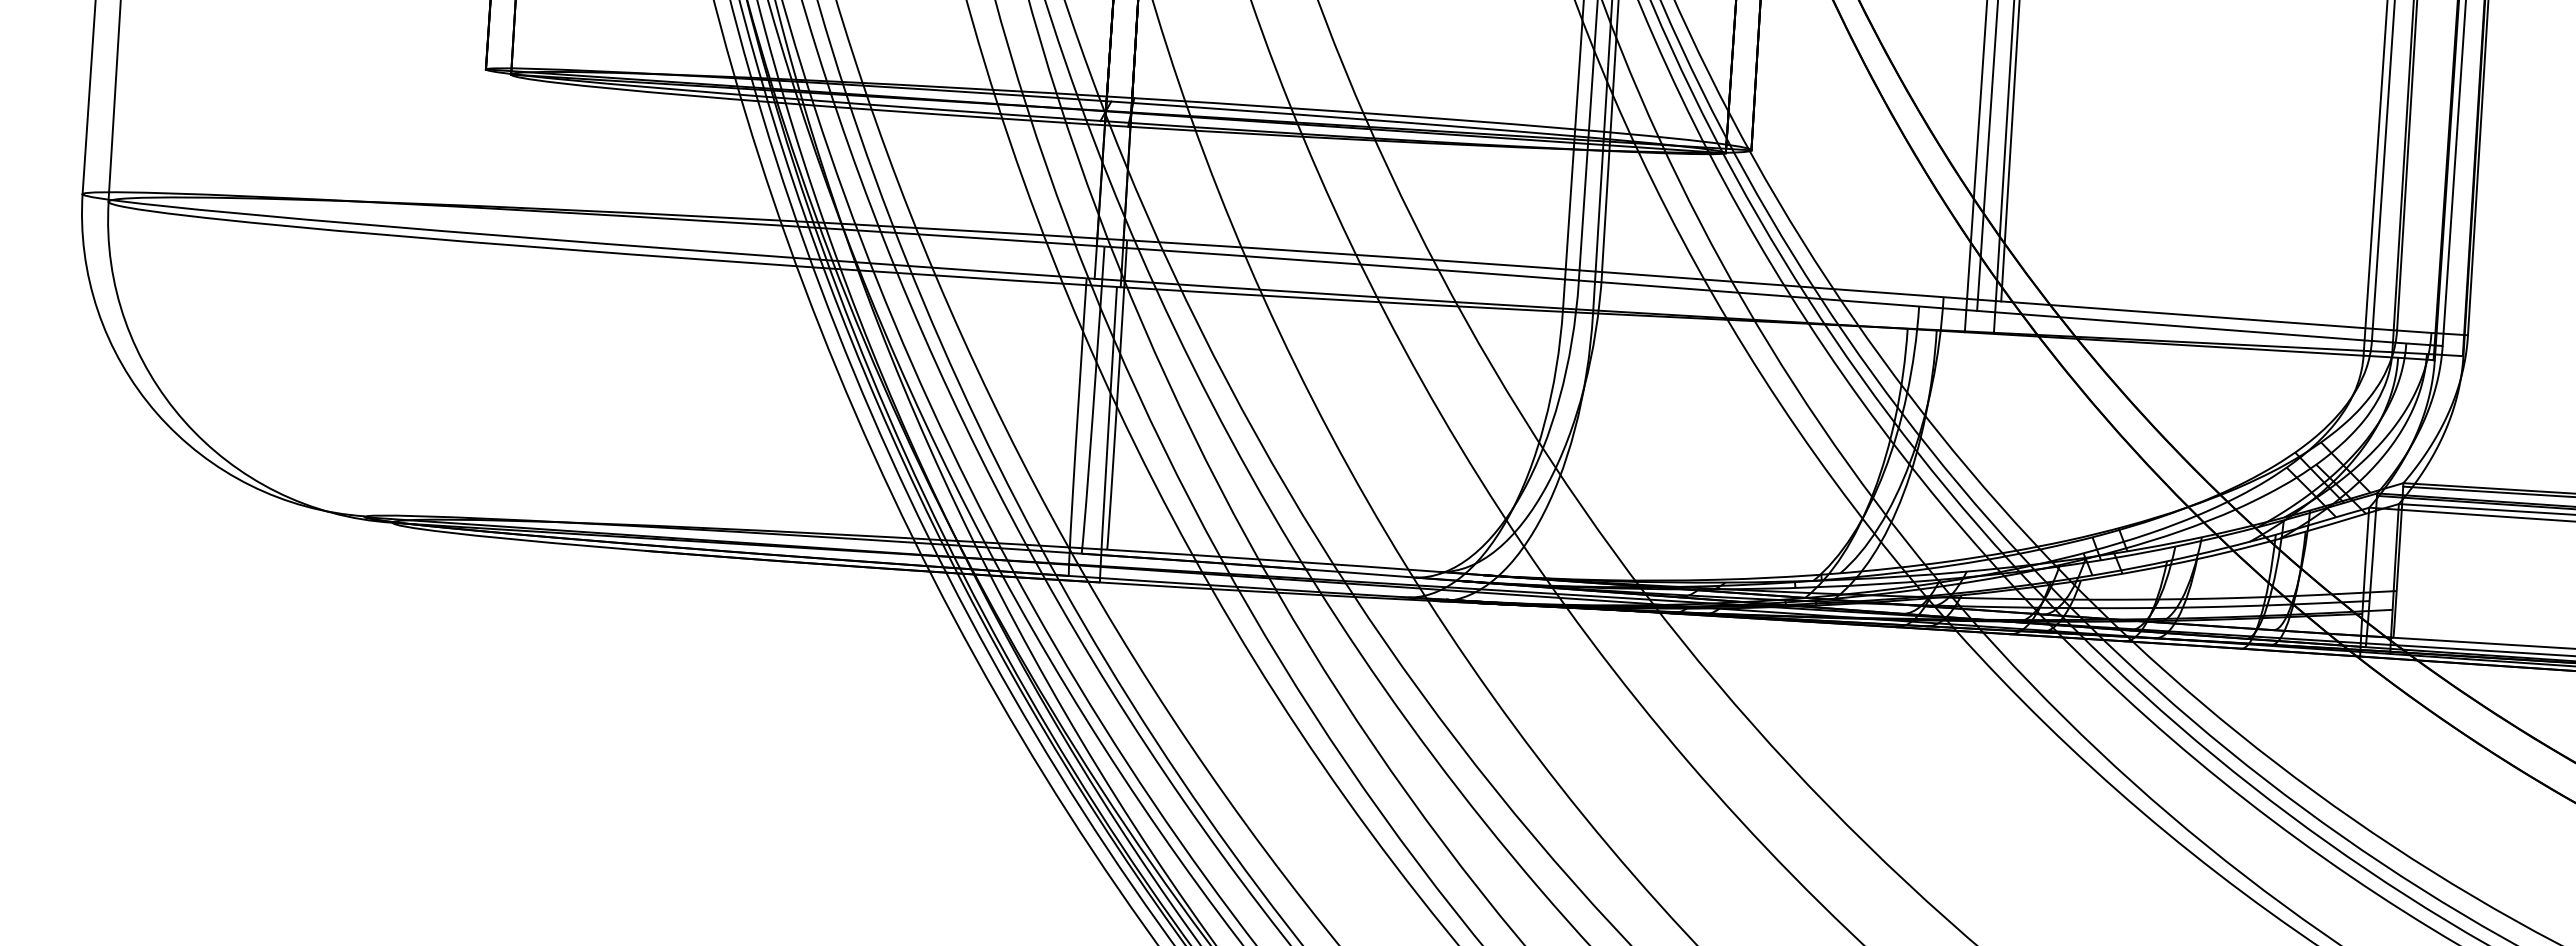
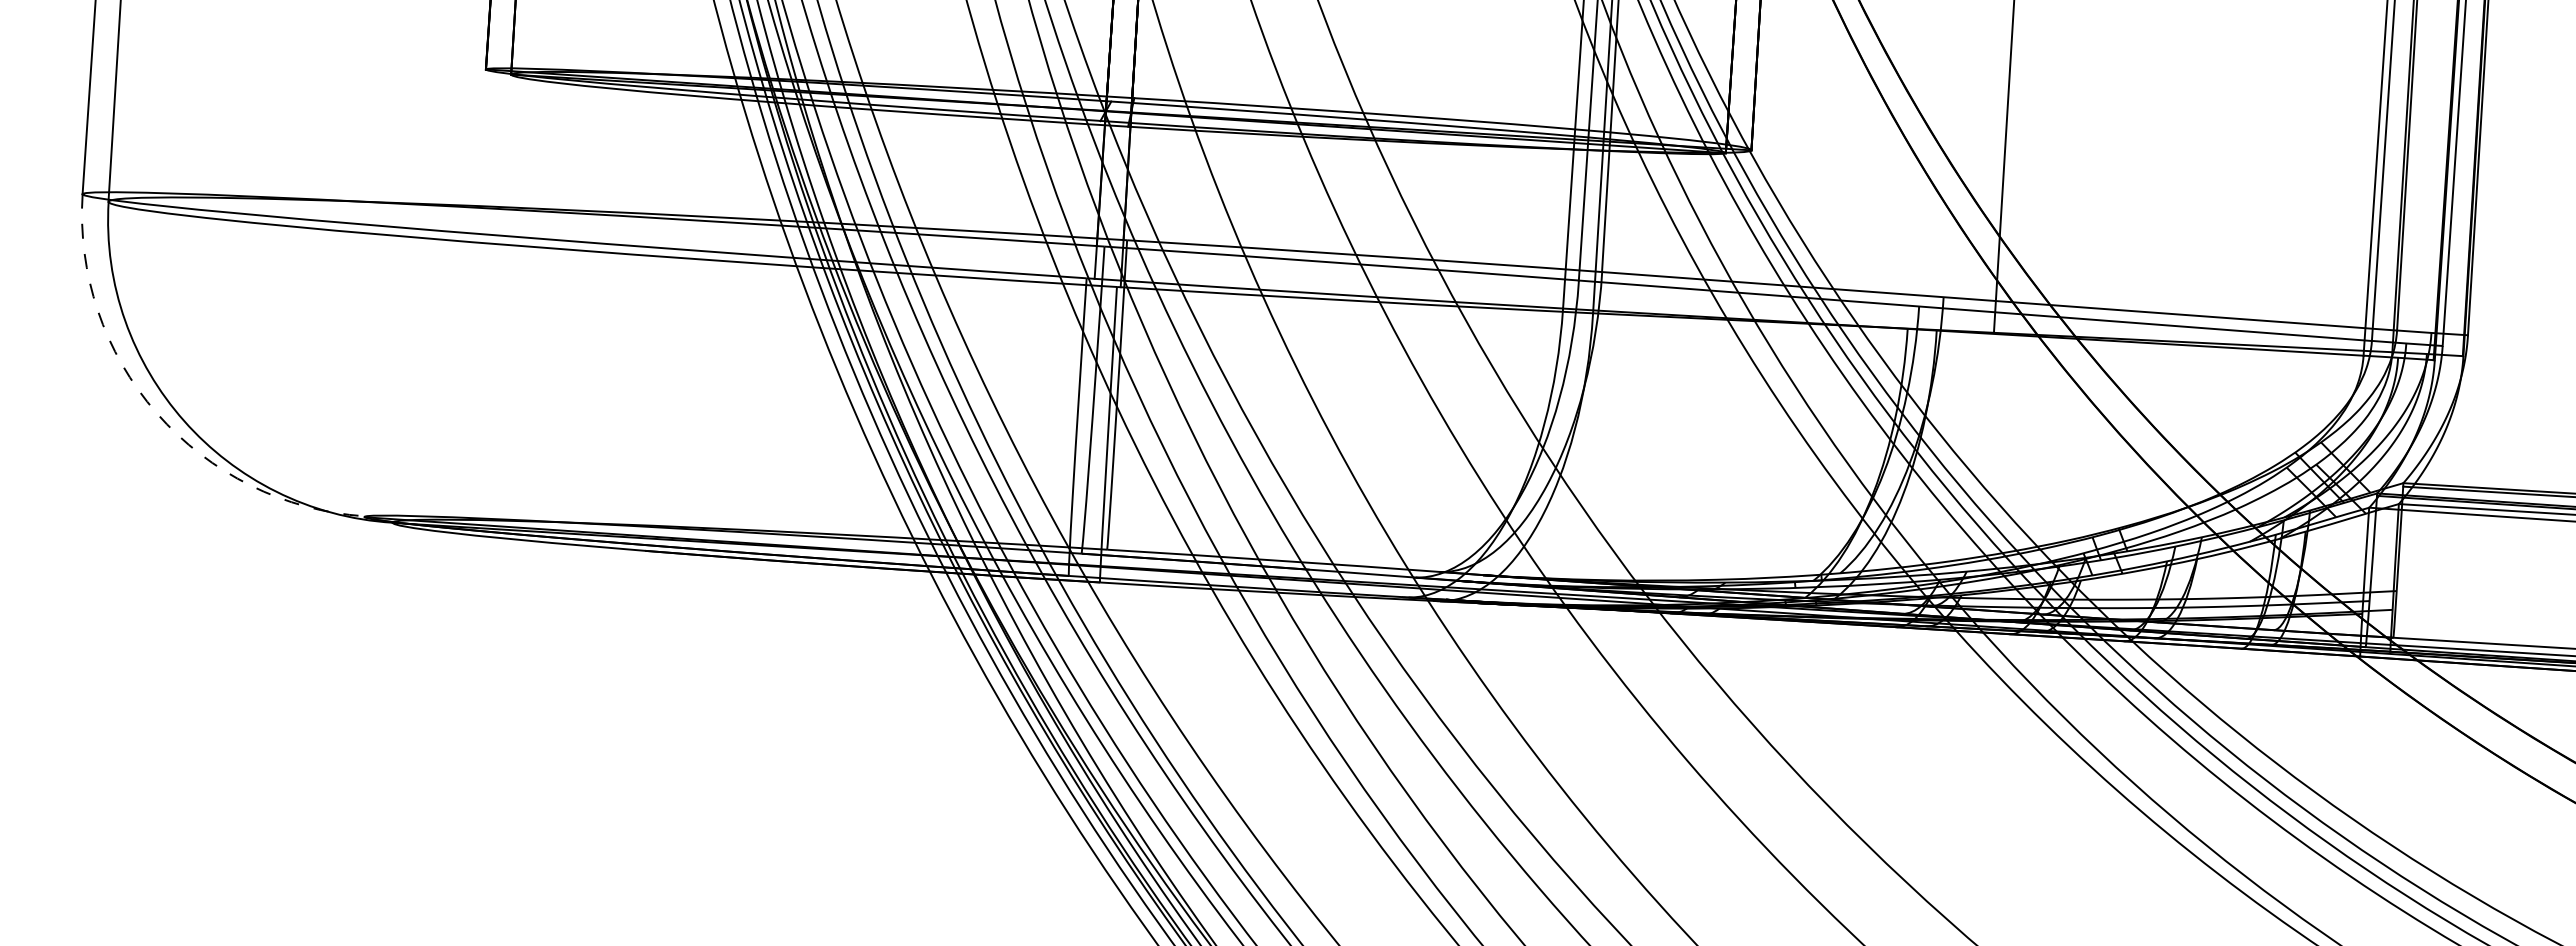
line at (2010, 151): present -> none
line at (1987, 156): present -> none
line at (1975, 167): present -> none
arc at (156, 413): solid -> dashed
